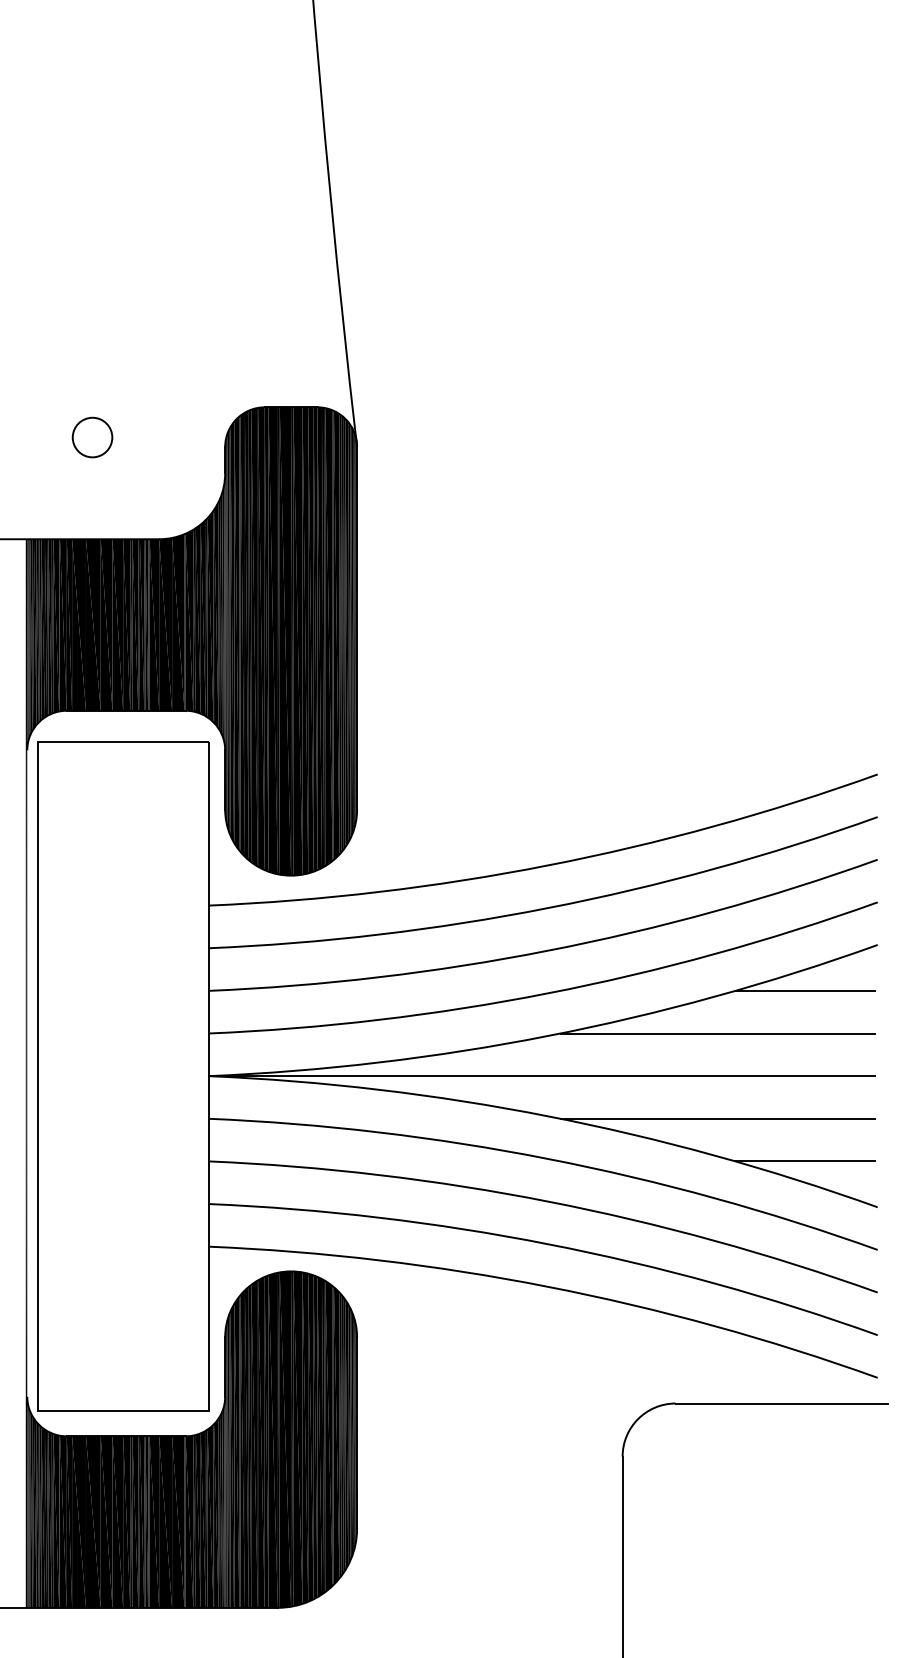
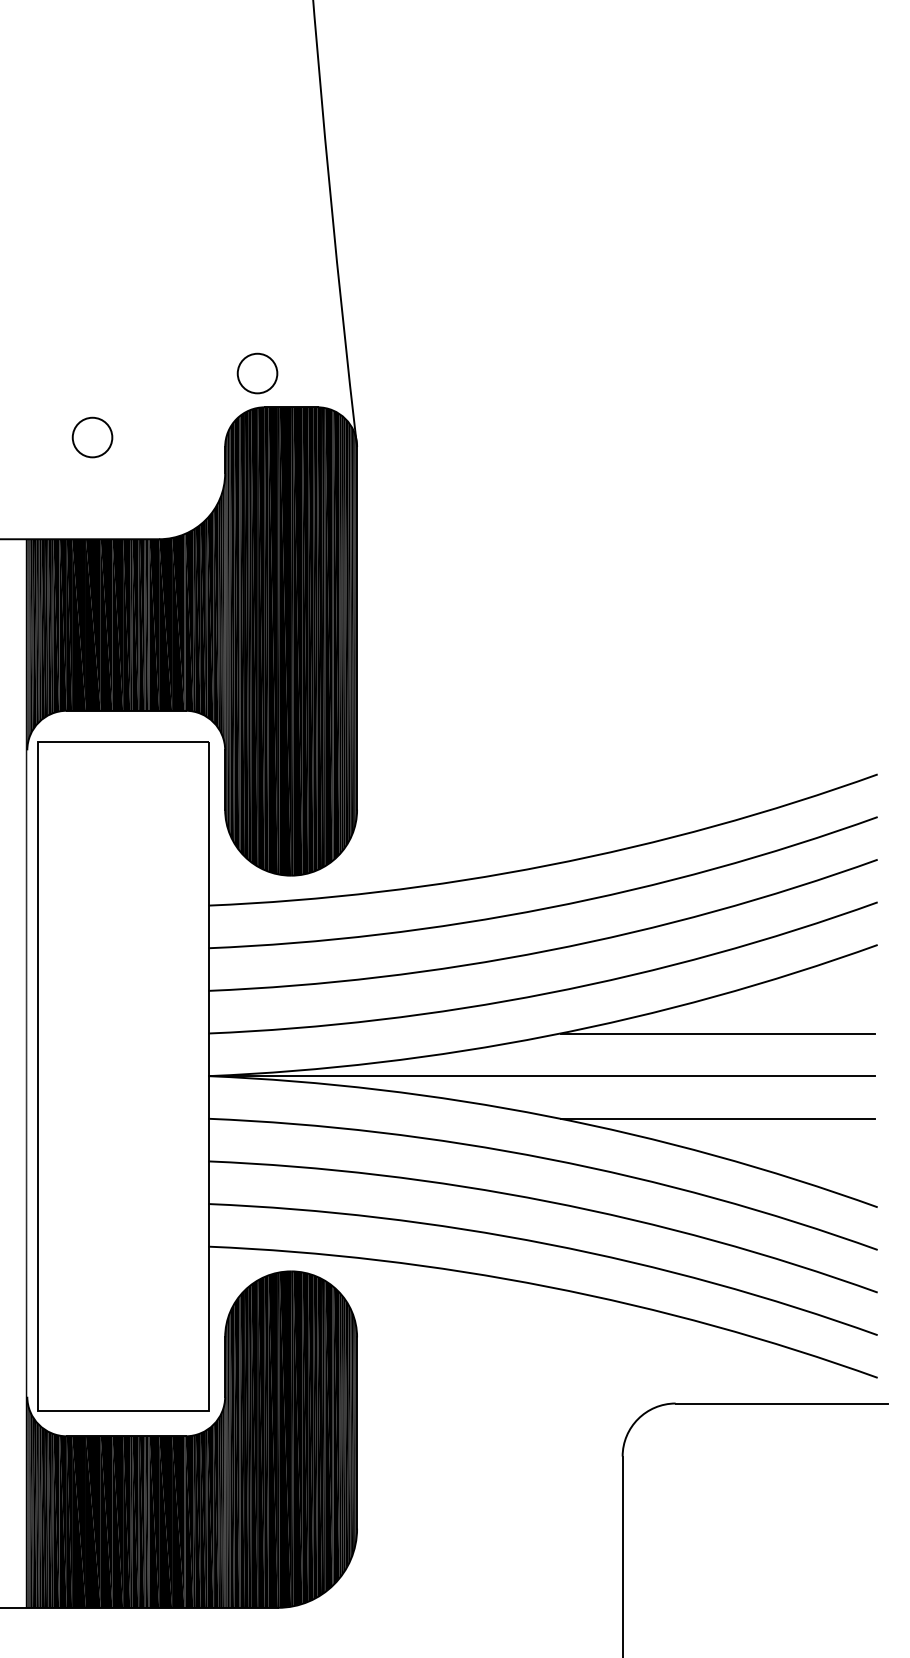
circle at (257, 373): none -> present
line at (805, 990): present -> none
line at (805, 1161): present -> none
